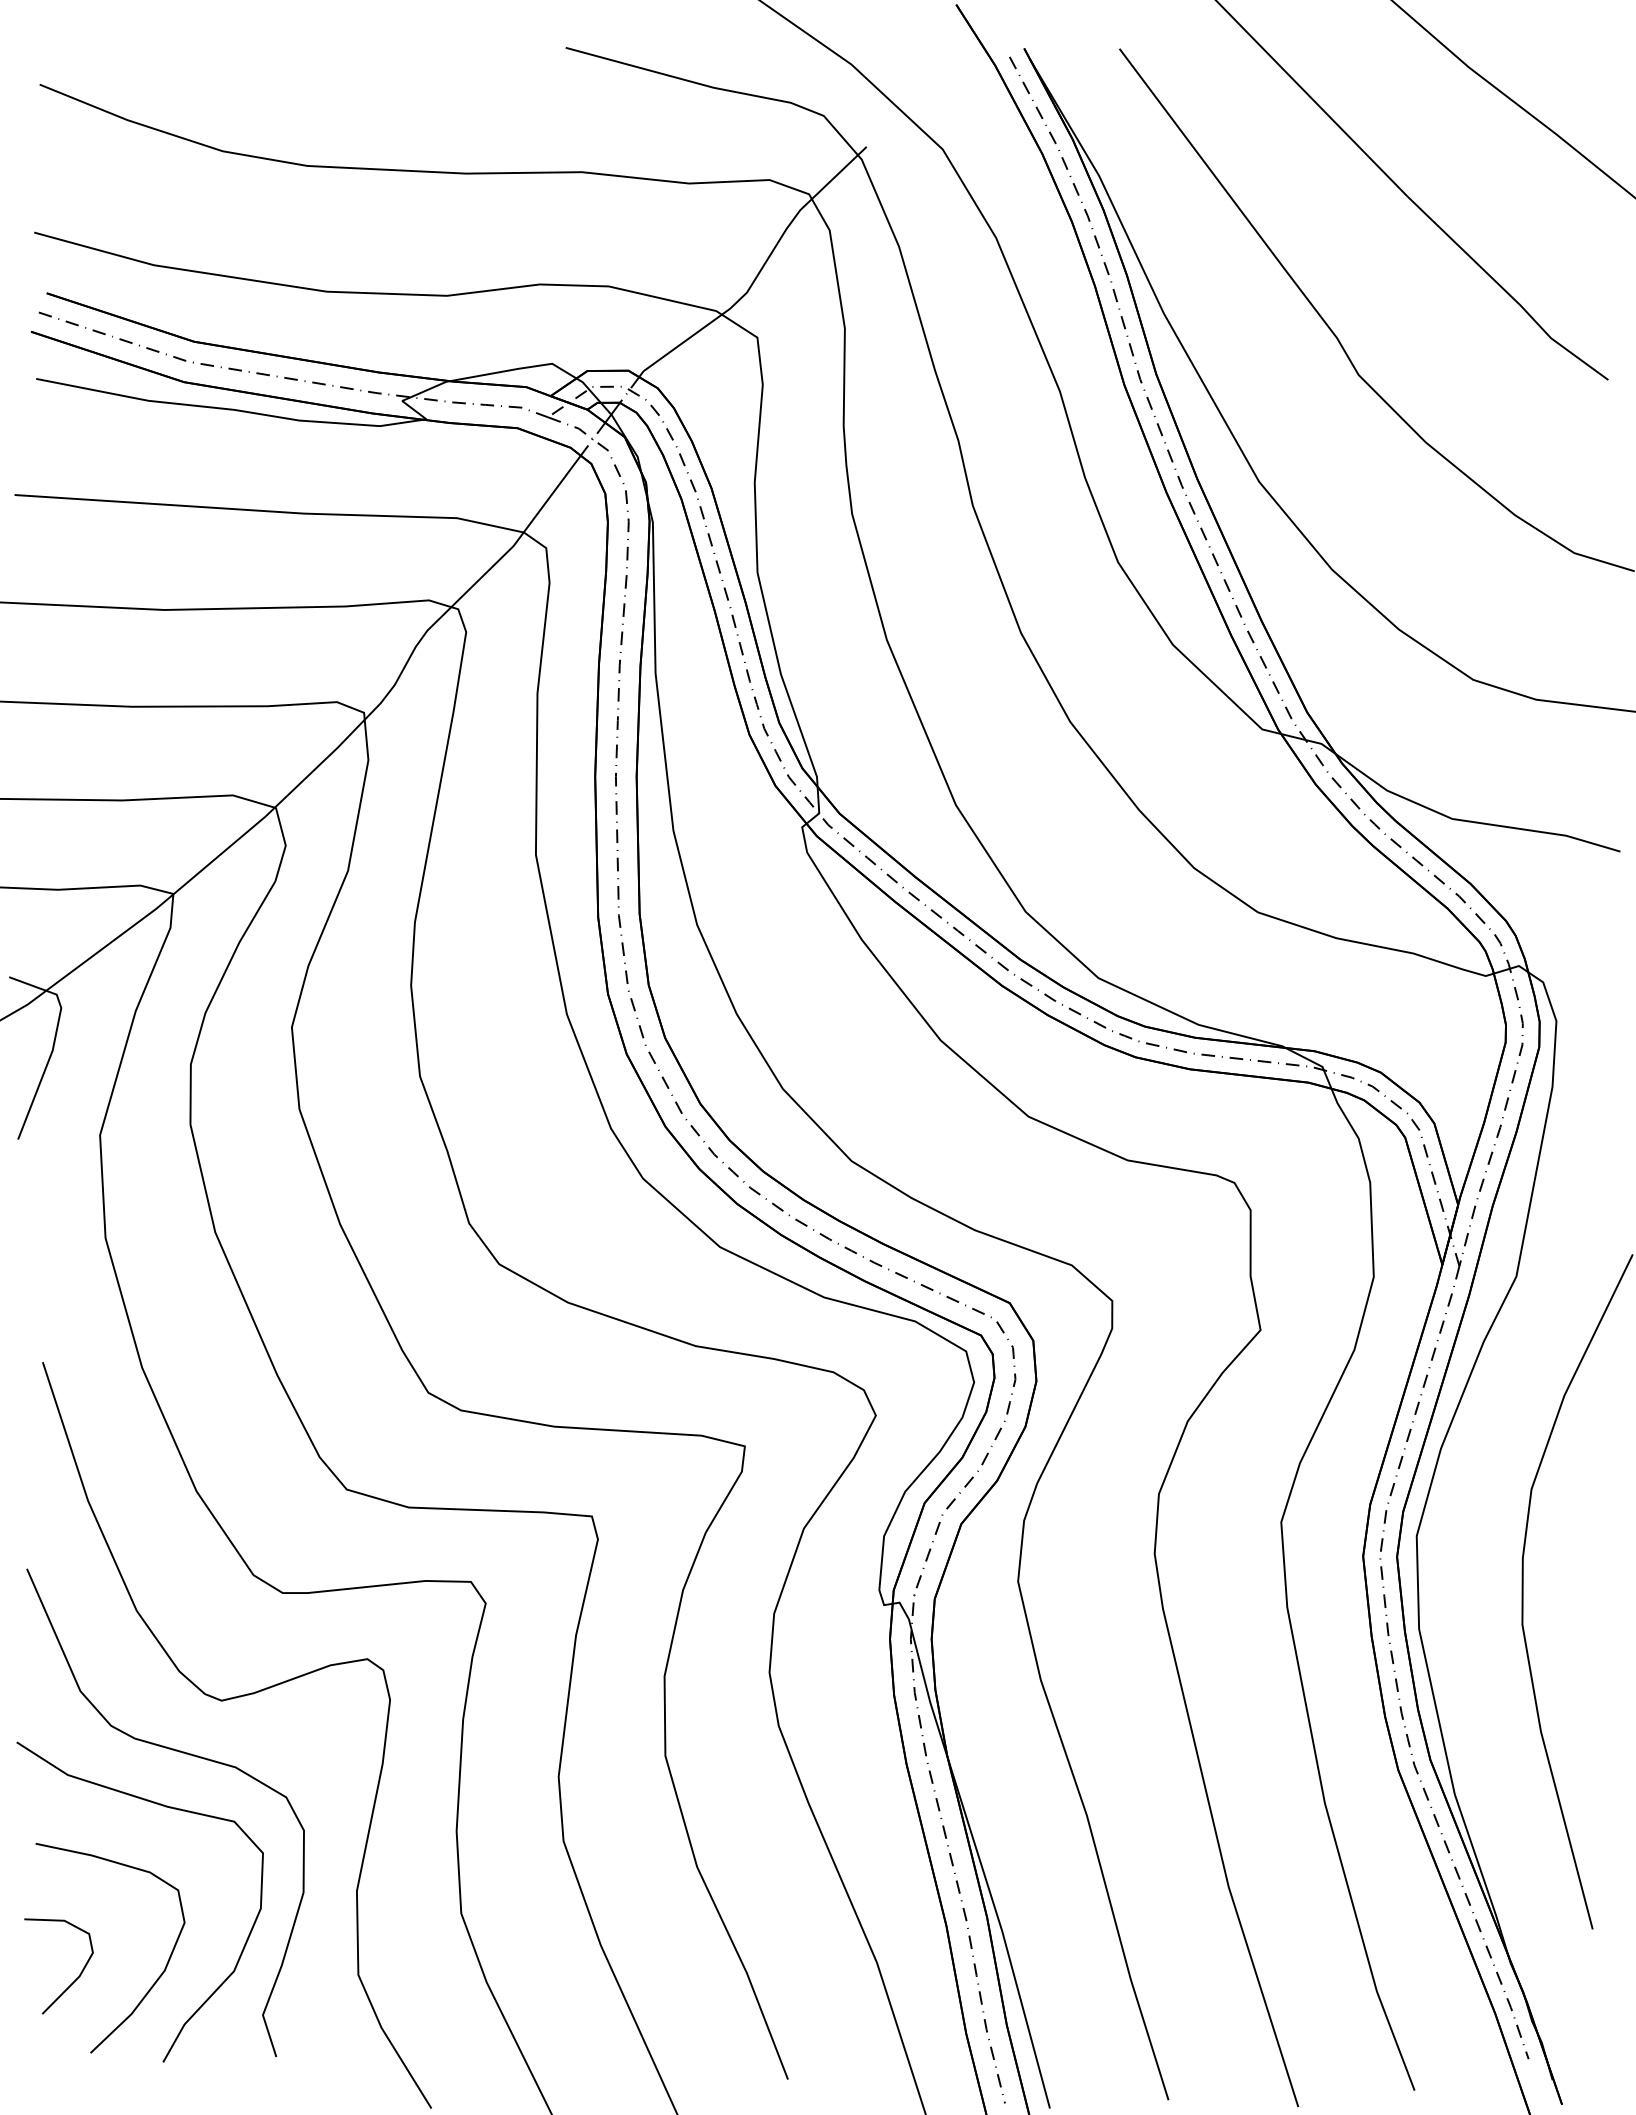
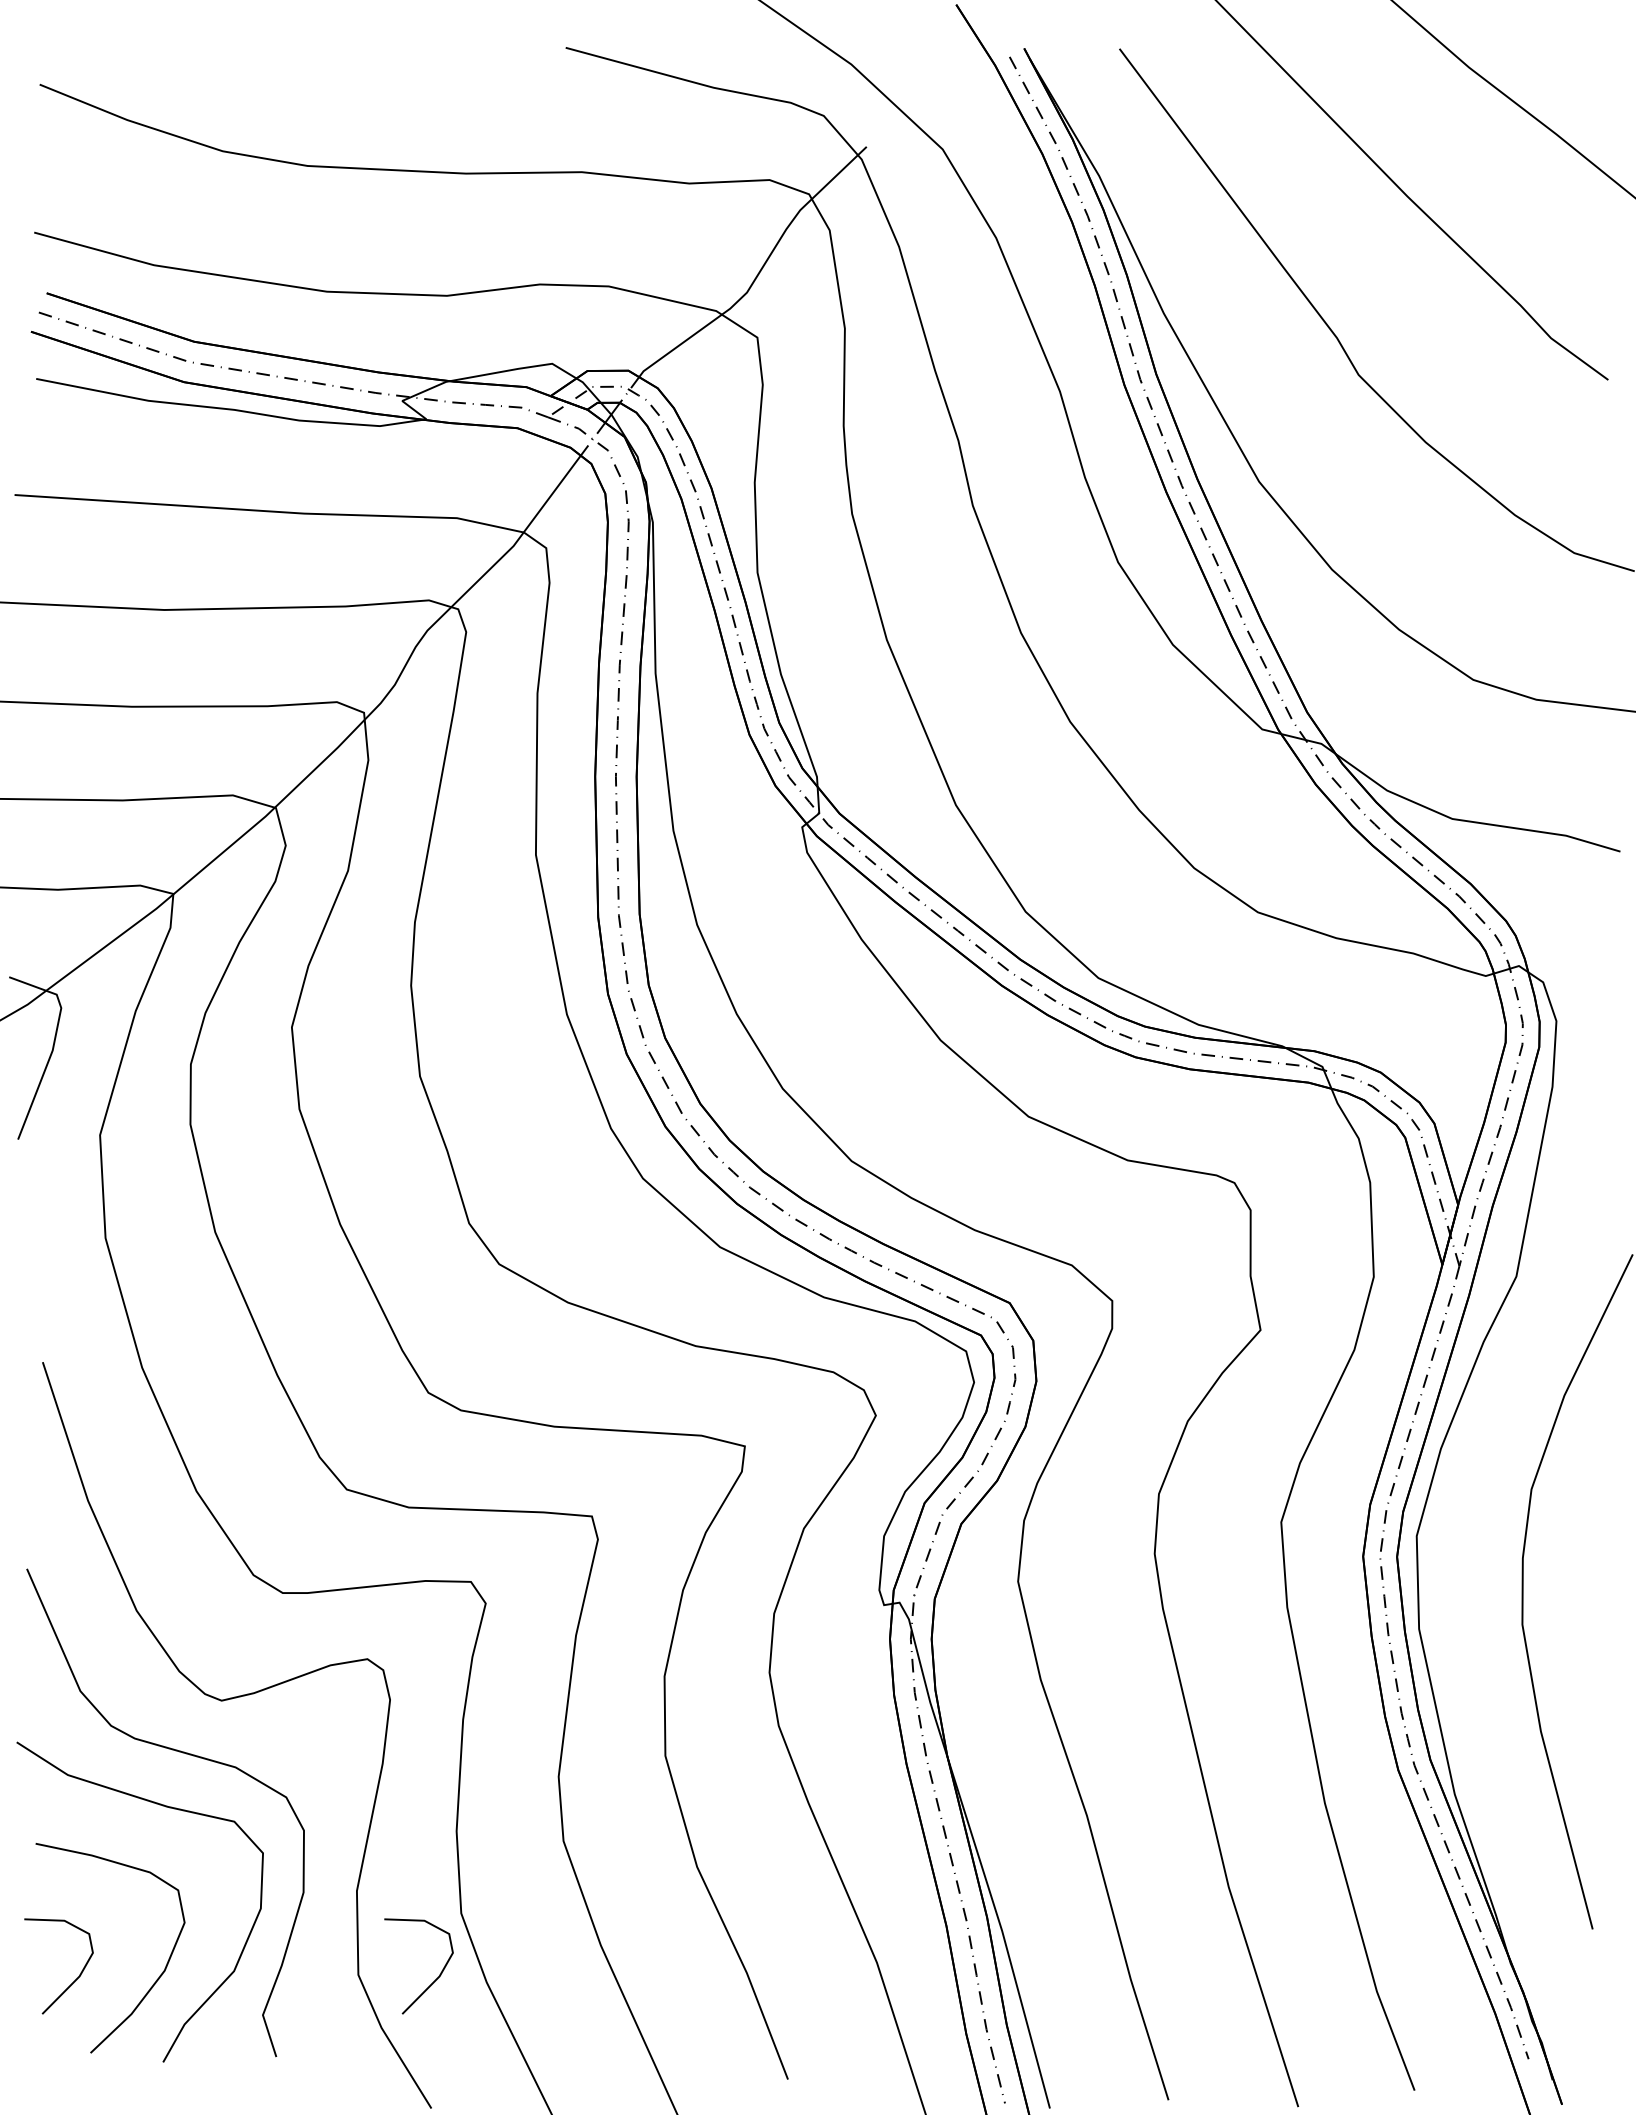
curve at (433, 1981): none -> present
